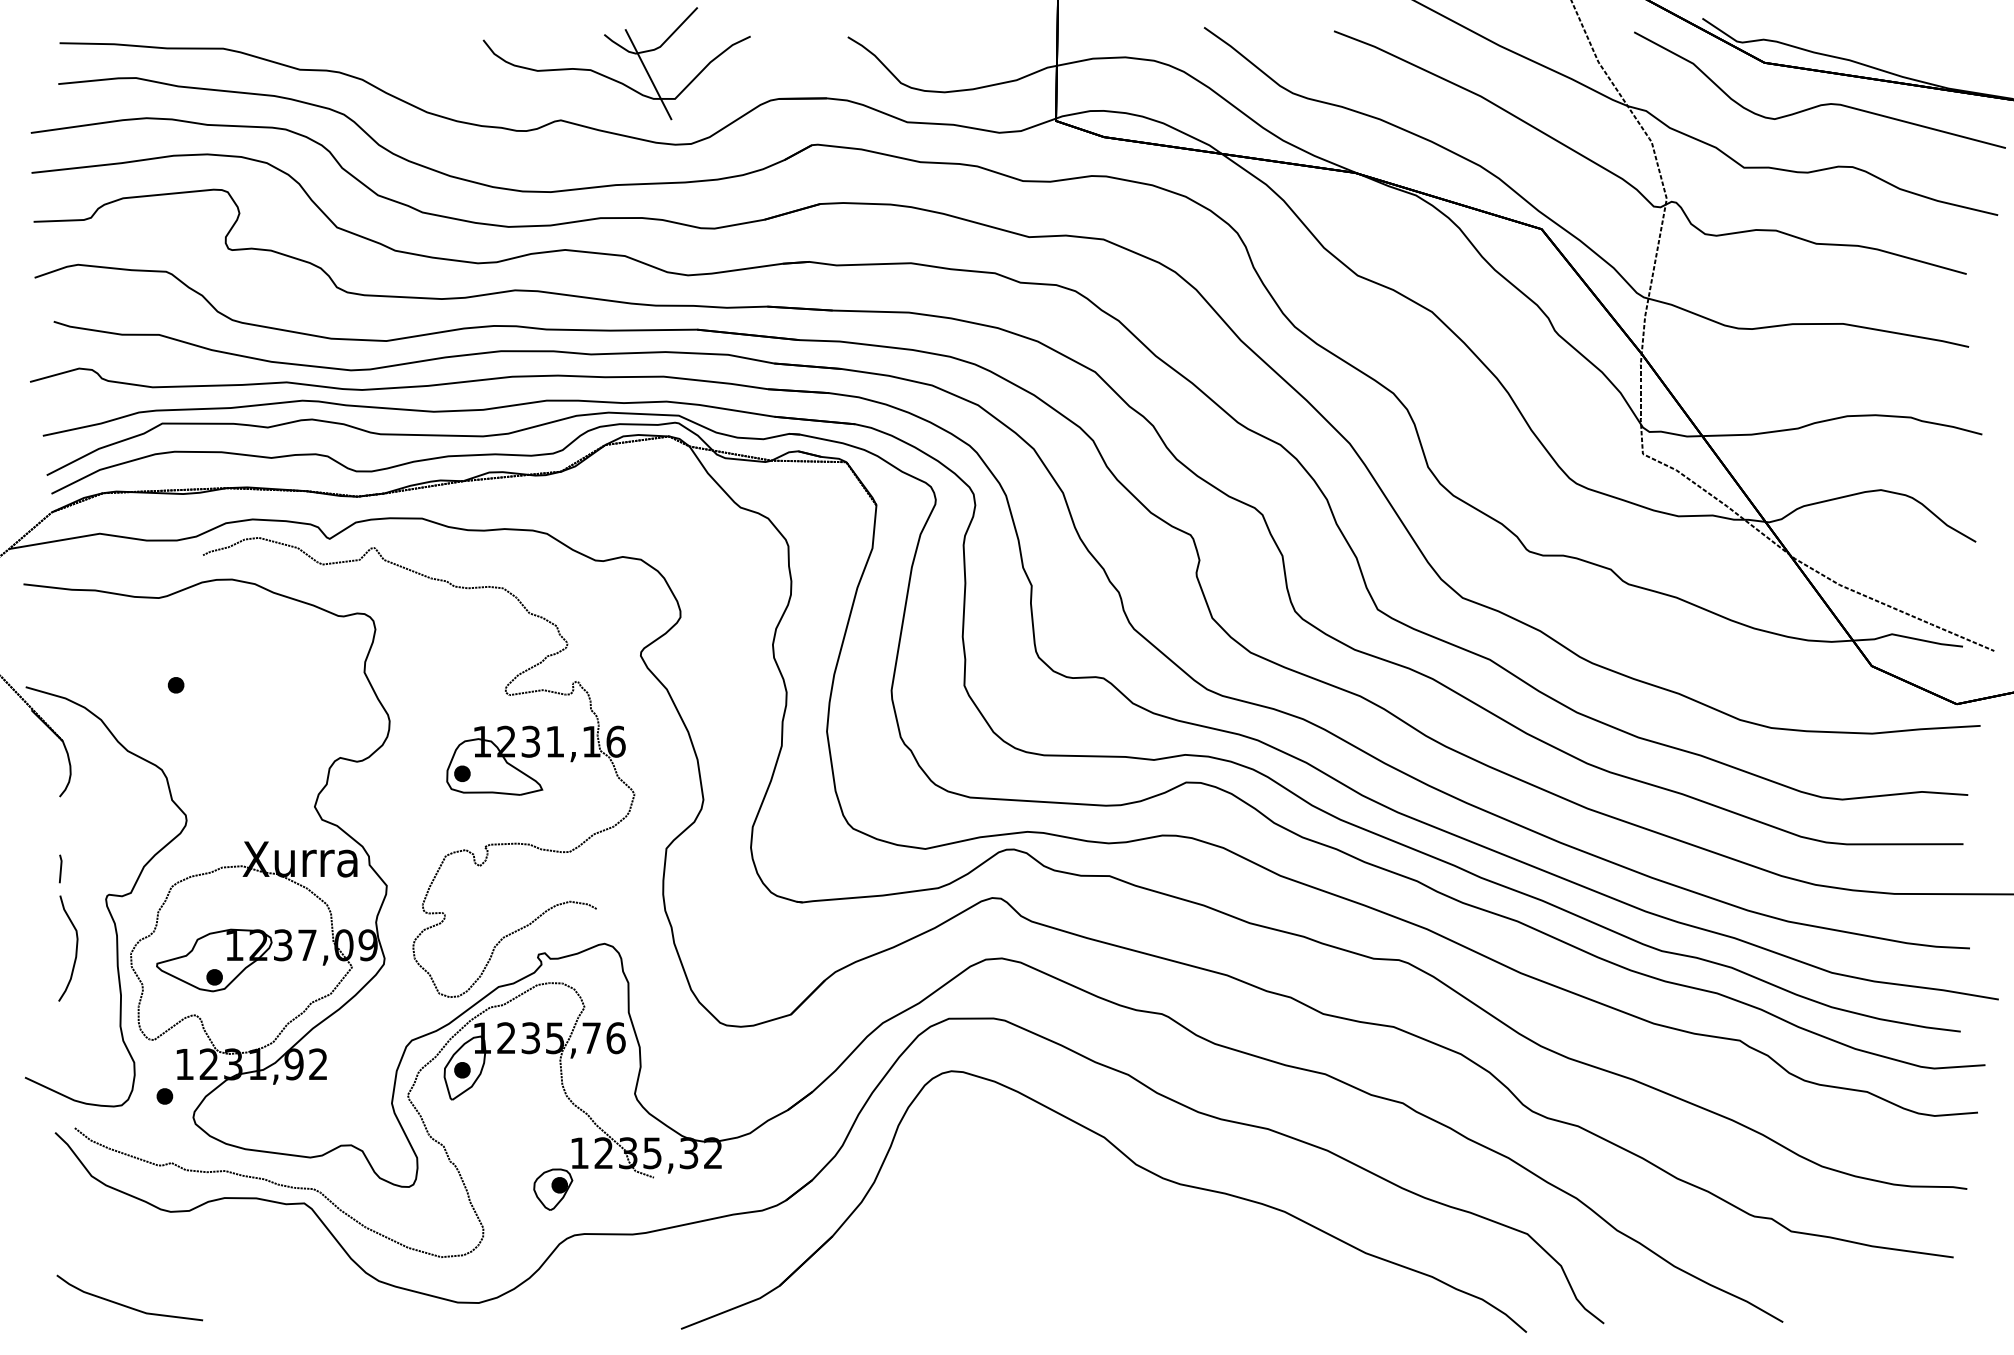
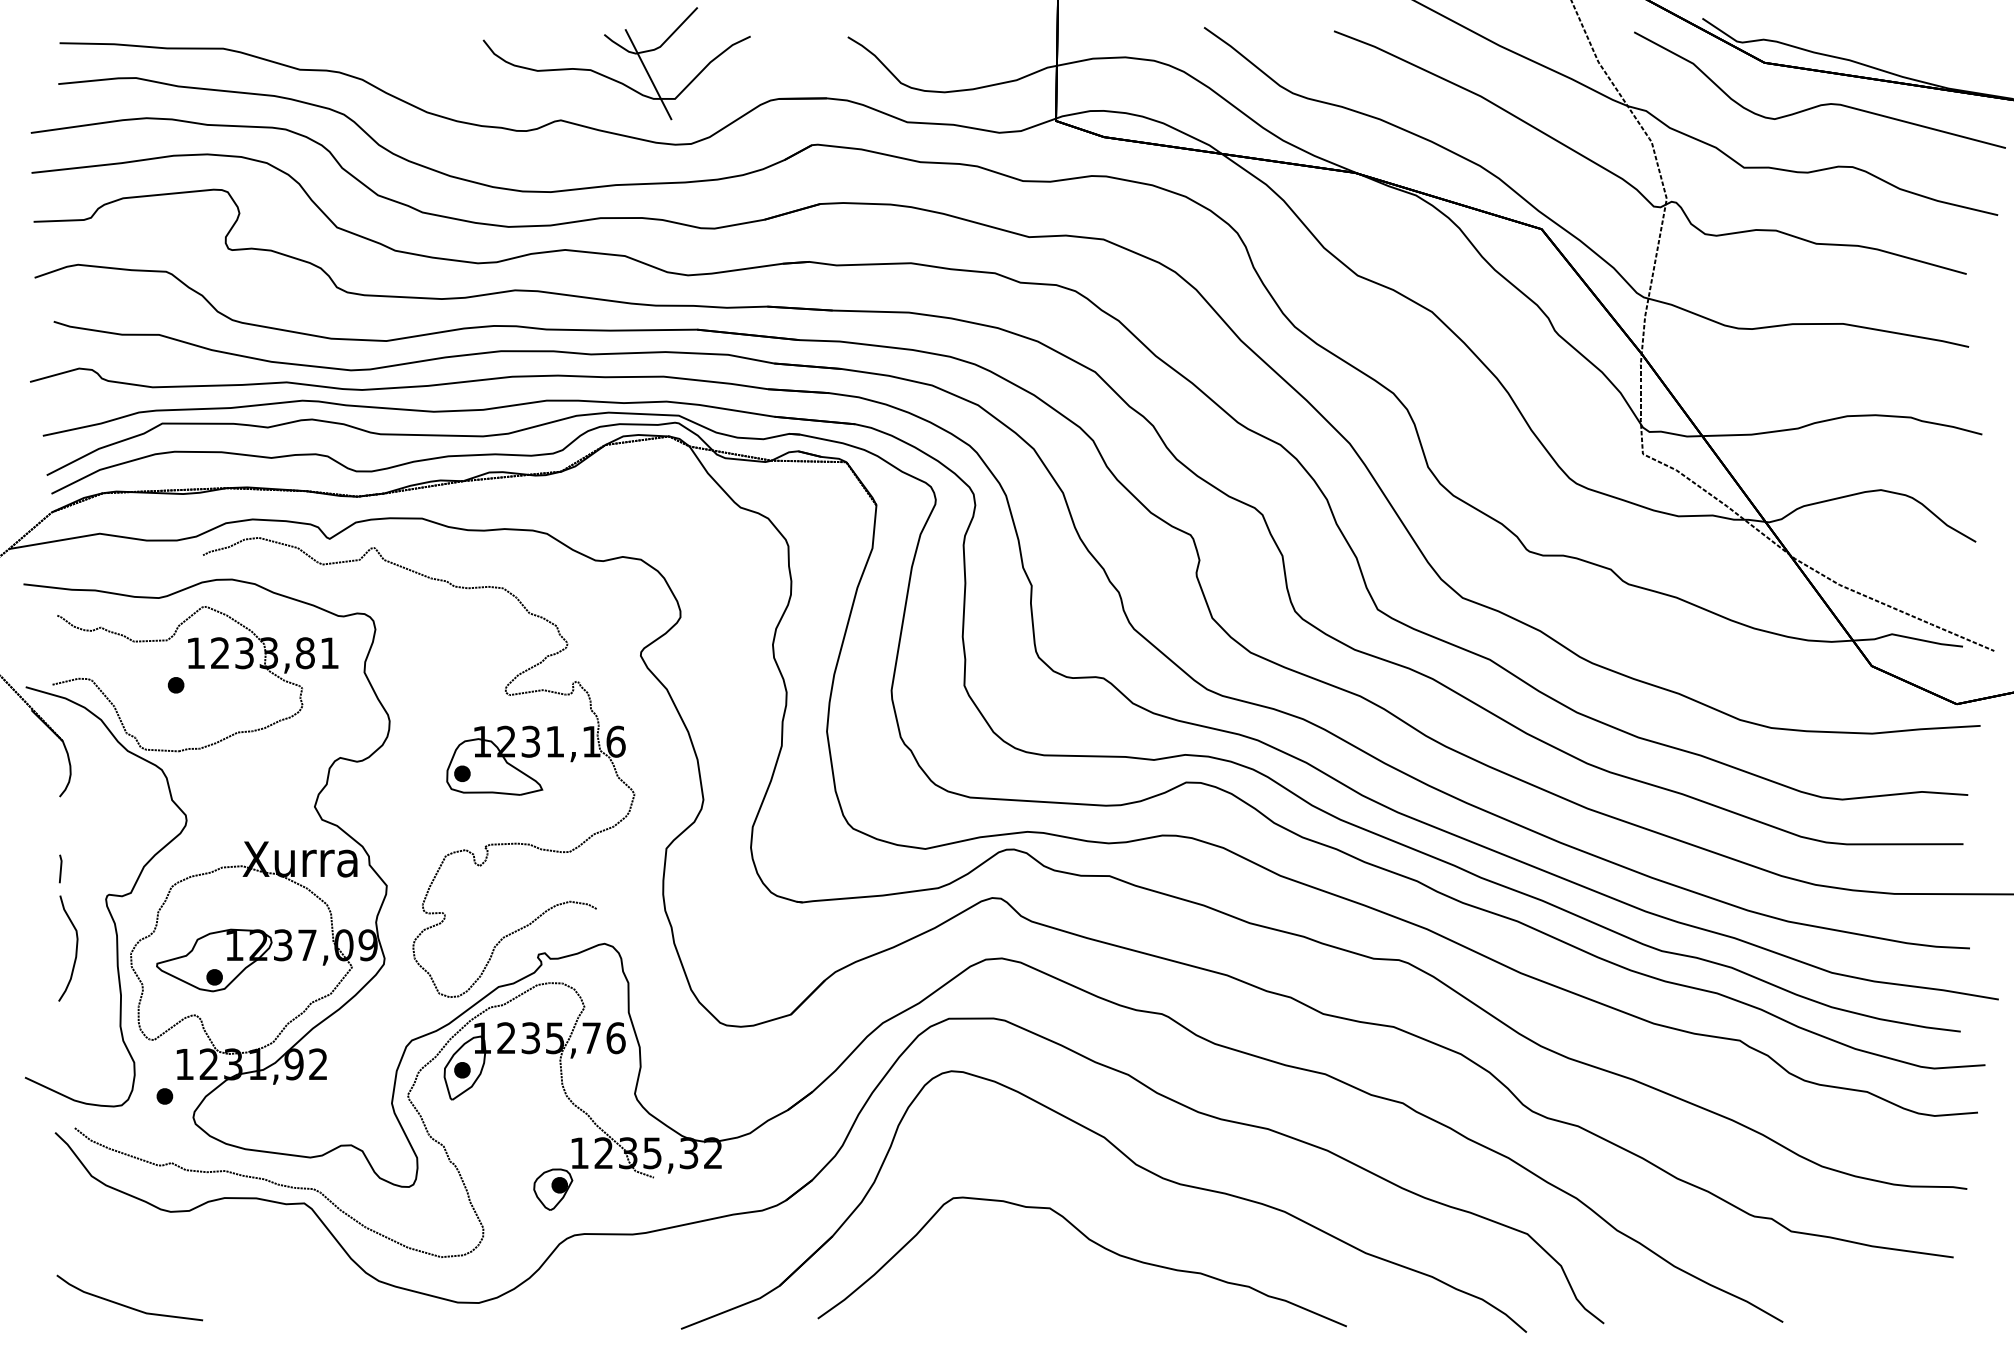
part at (195, 668): none -> present
part at (1090, 1241): none -> present
